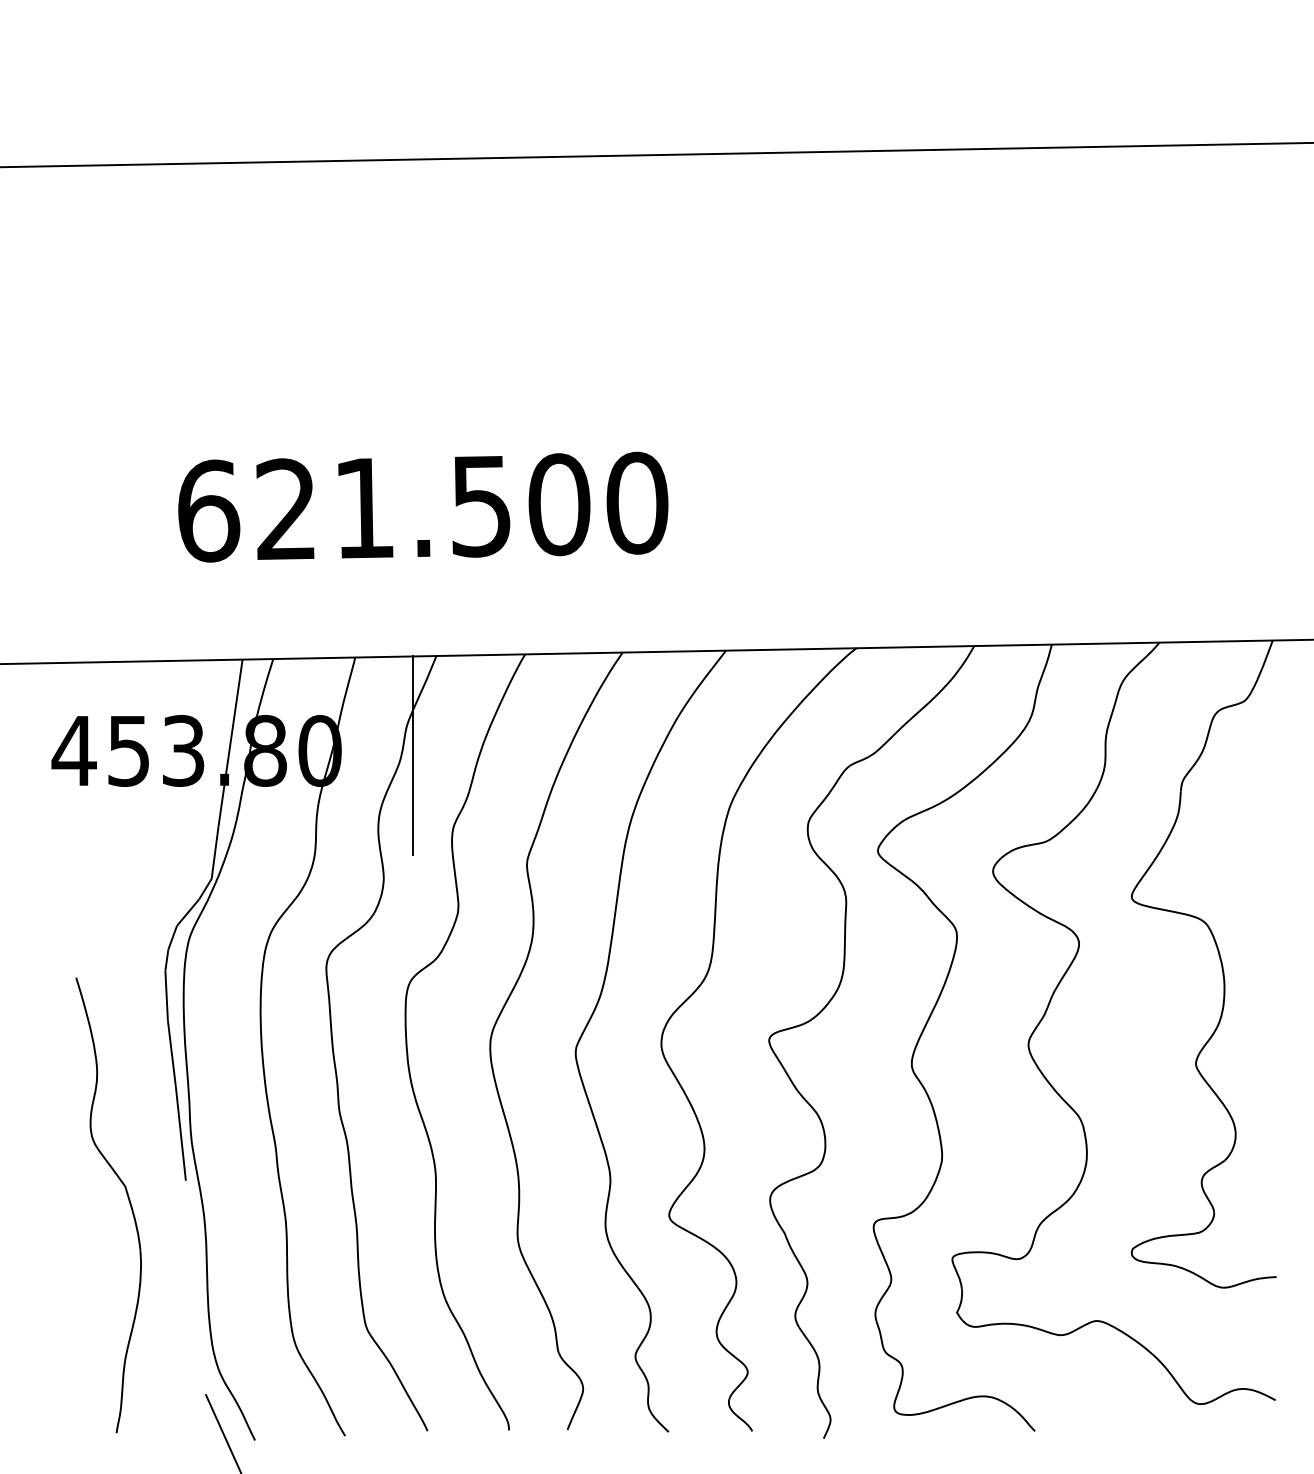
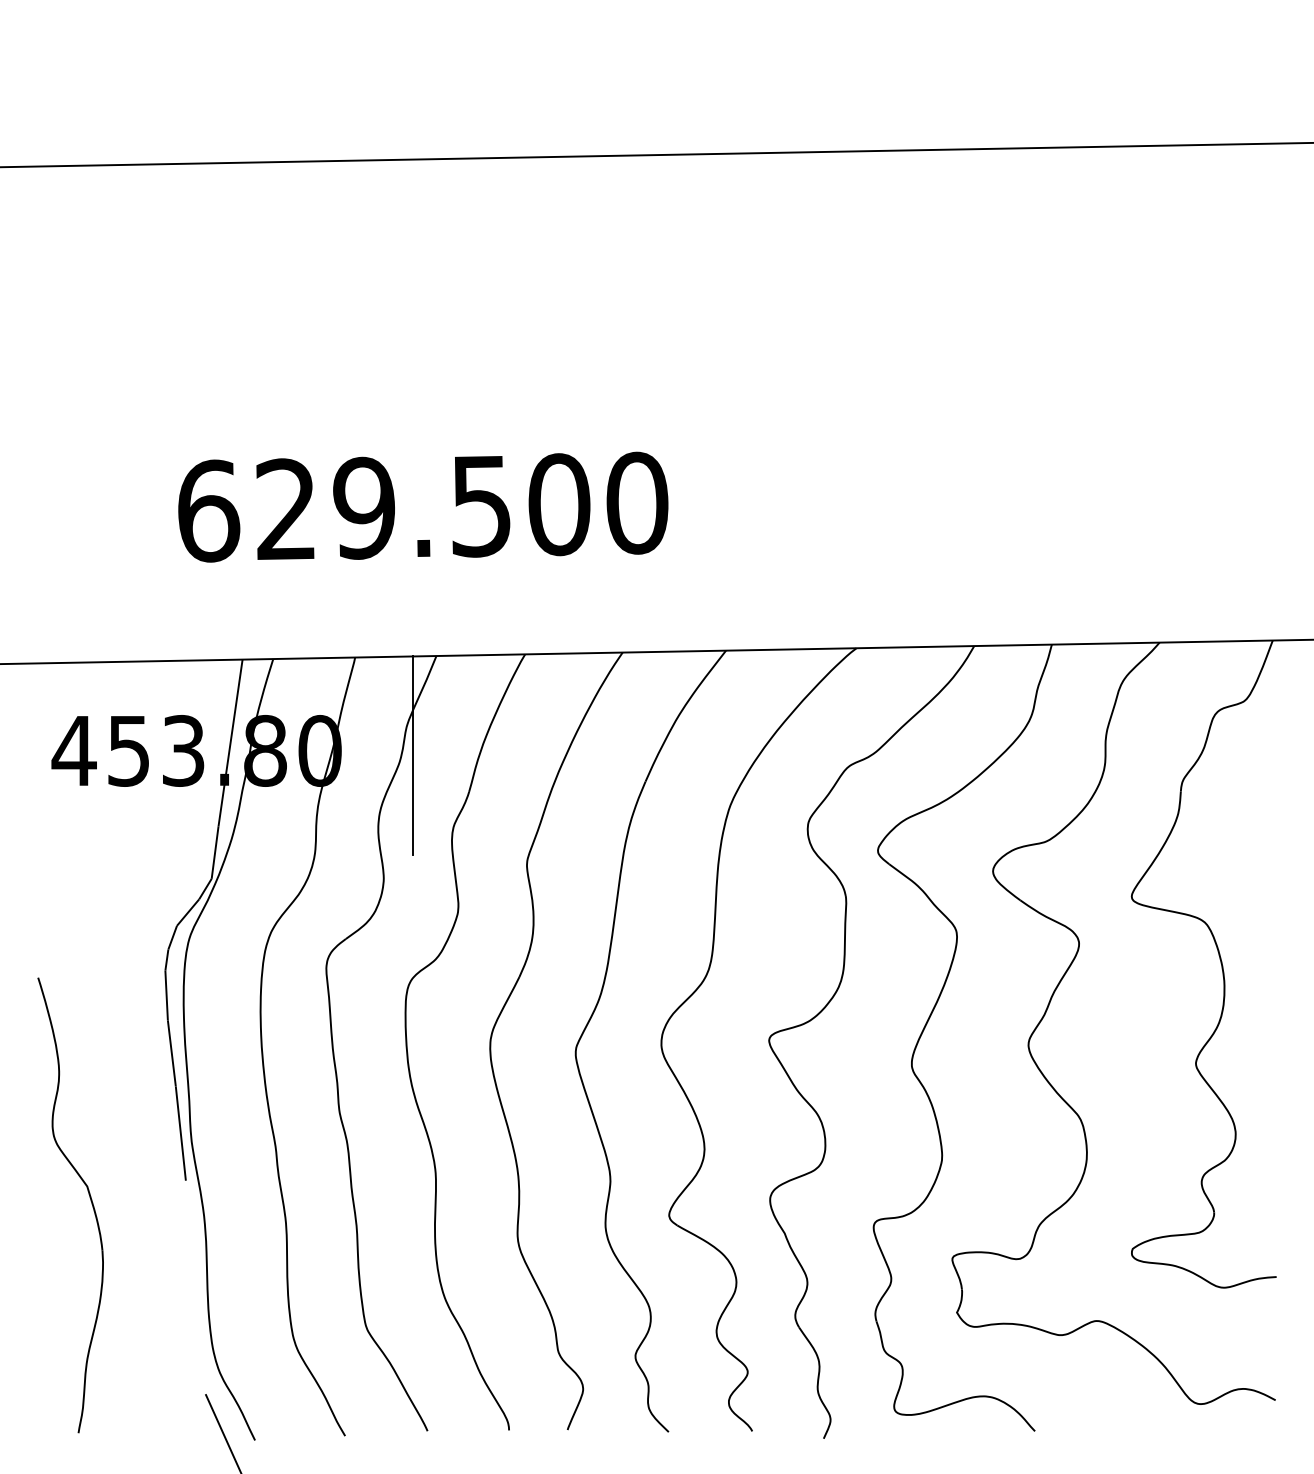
text at (363, 507): 621.500 -> 629.500
part at (128, 1201) position: (128, 1201) -> (90, 1201)
